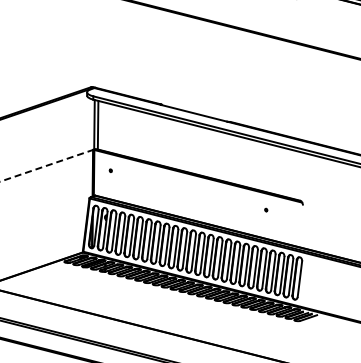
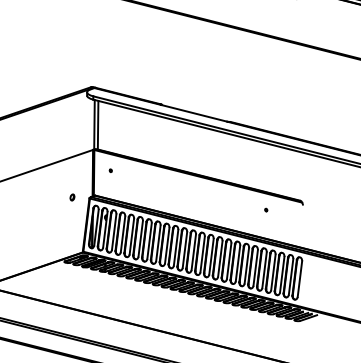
line at (47, 165): dashed -> solid
part at (72, 197): none -> present
